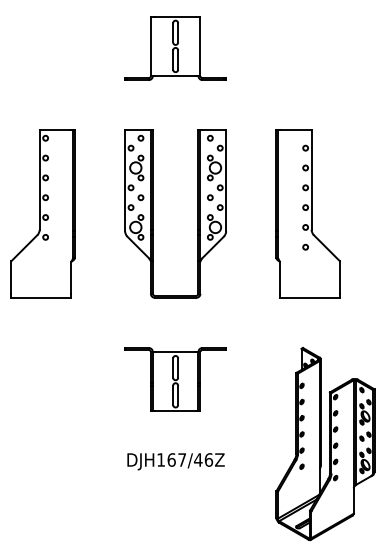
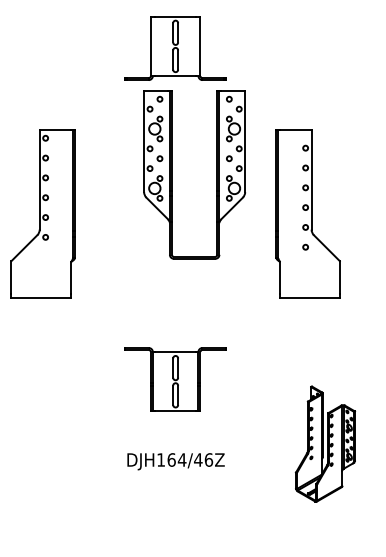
part at (153, 213) position: (153, 213) -> (172, 174)
part at (325, 444) size: 101x195 px -> 63x118 px
text at (181, 459): DJH167/46Z -> DJH164/46Z
